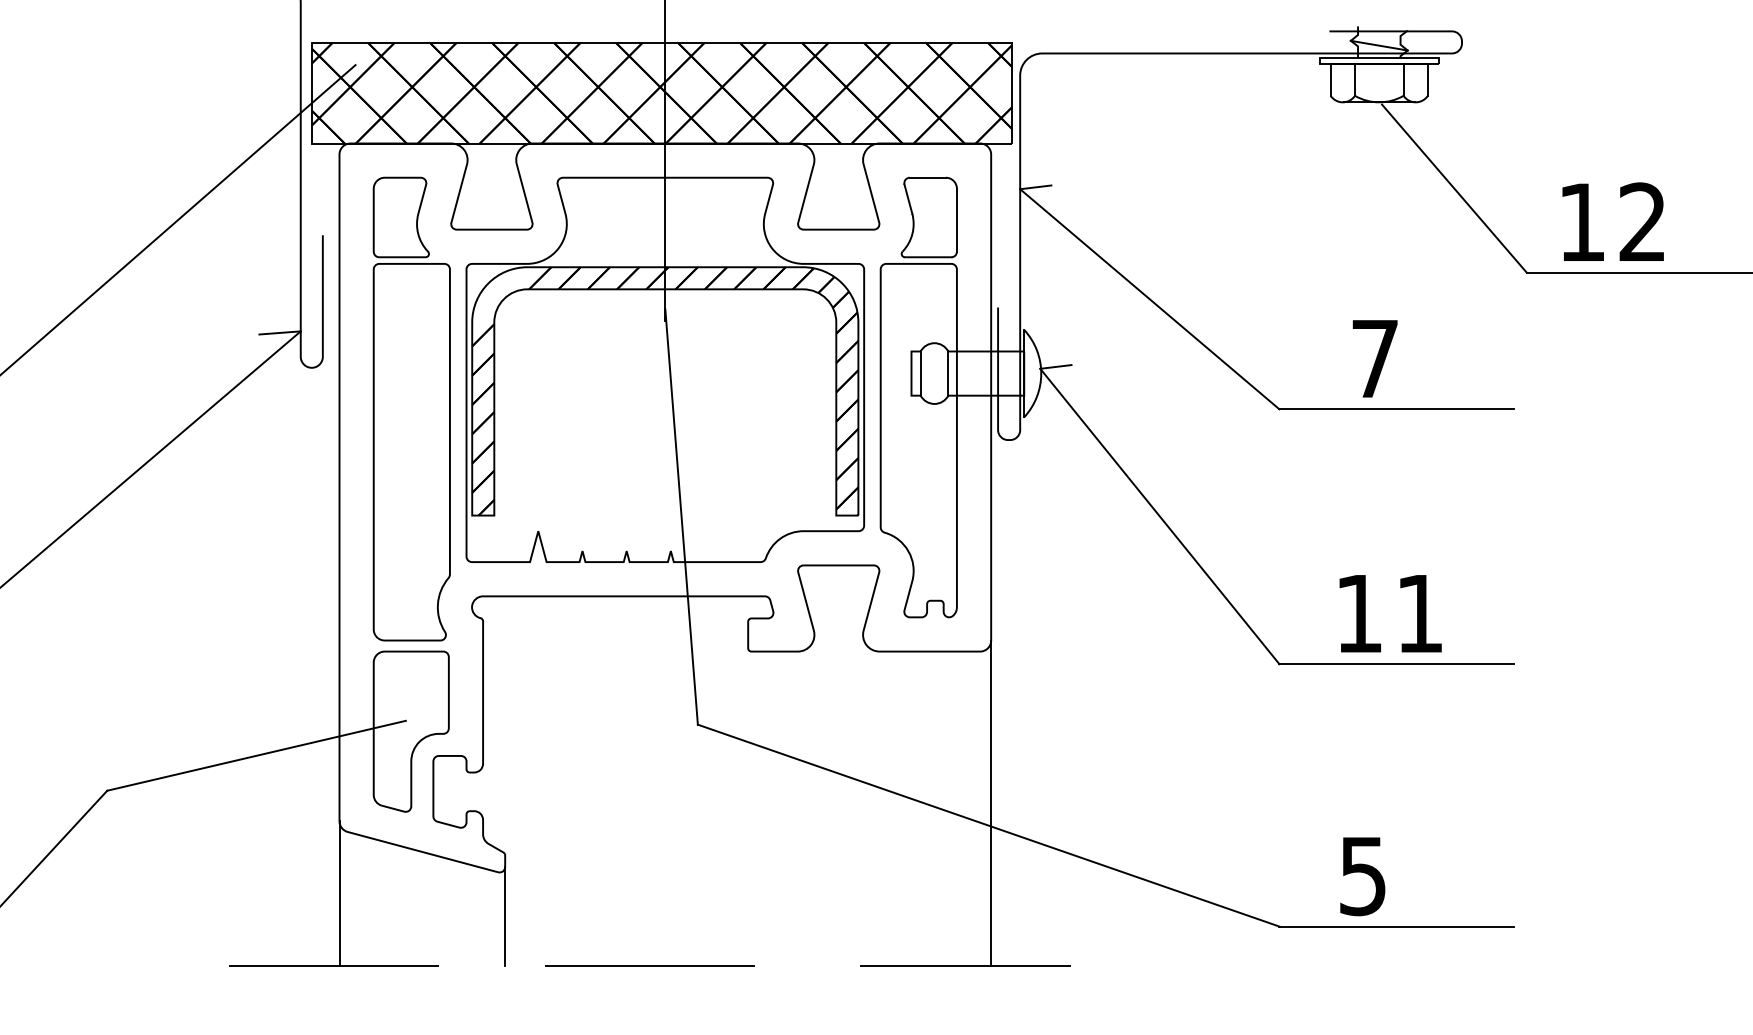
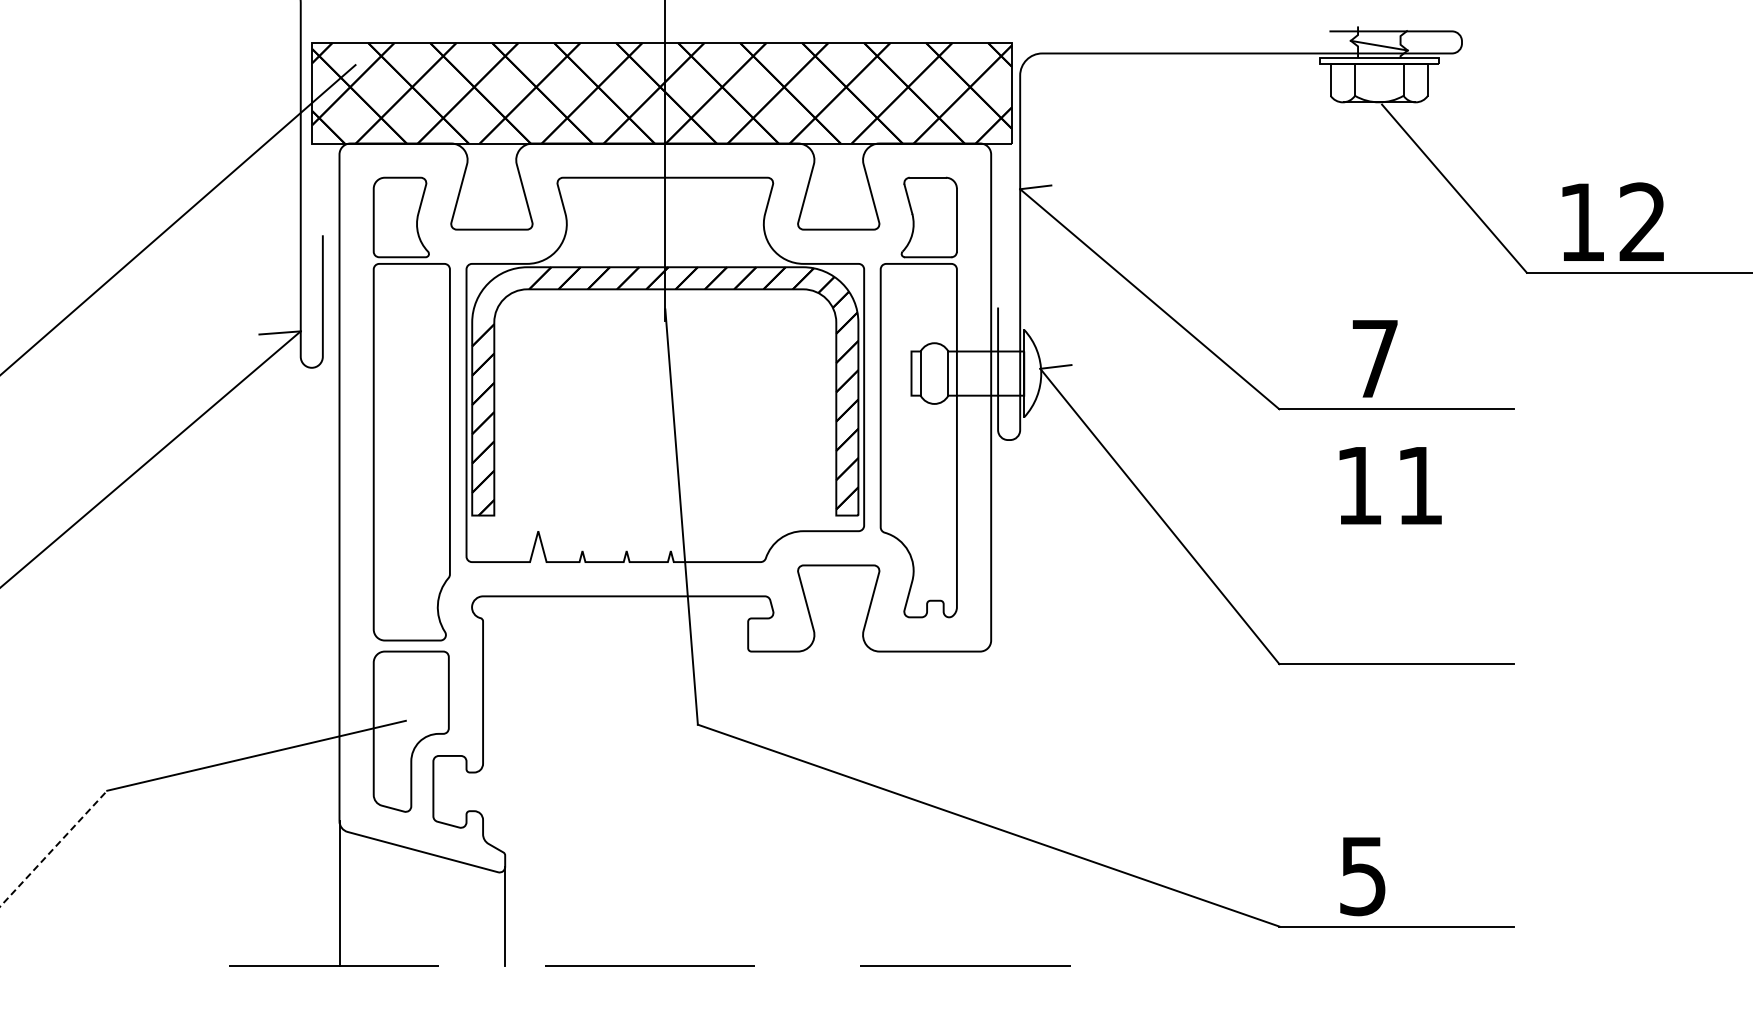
text at (1390, 613) position: (1390, 613) -> (1390, 485)
line at (991, 803): present -> none
line at (53, 848): solid -> dashed
